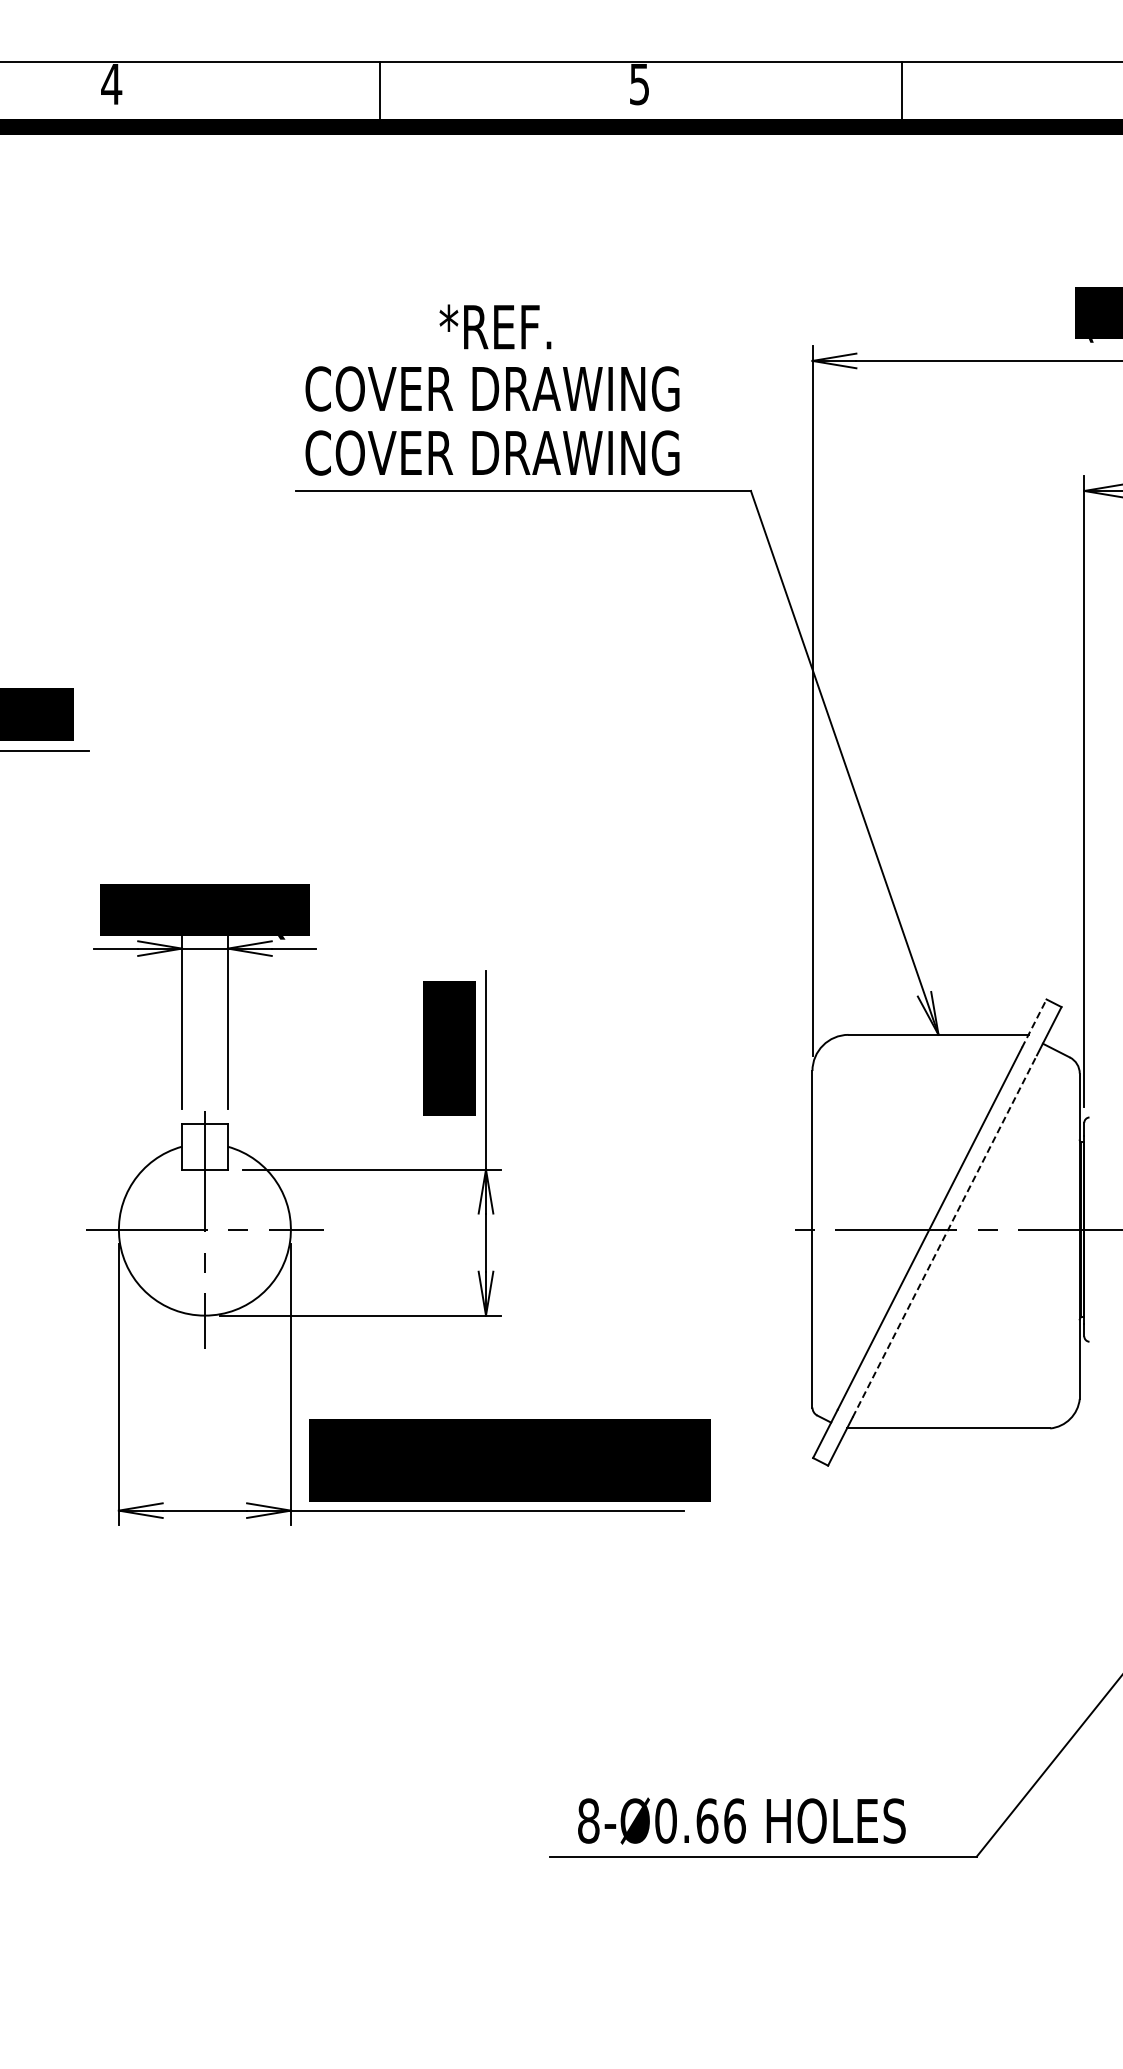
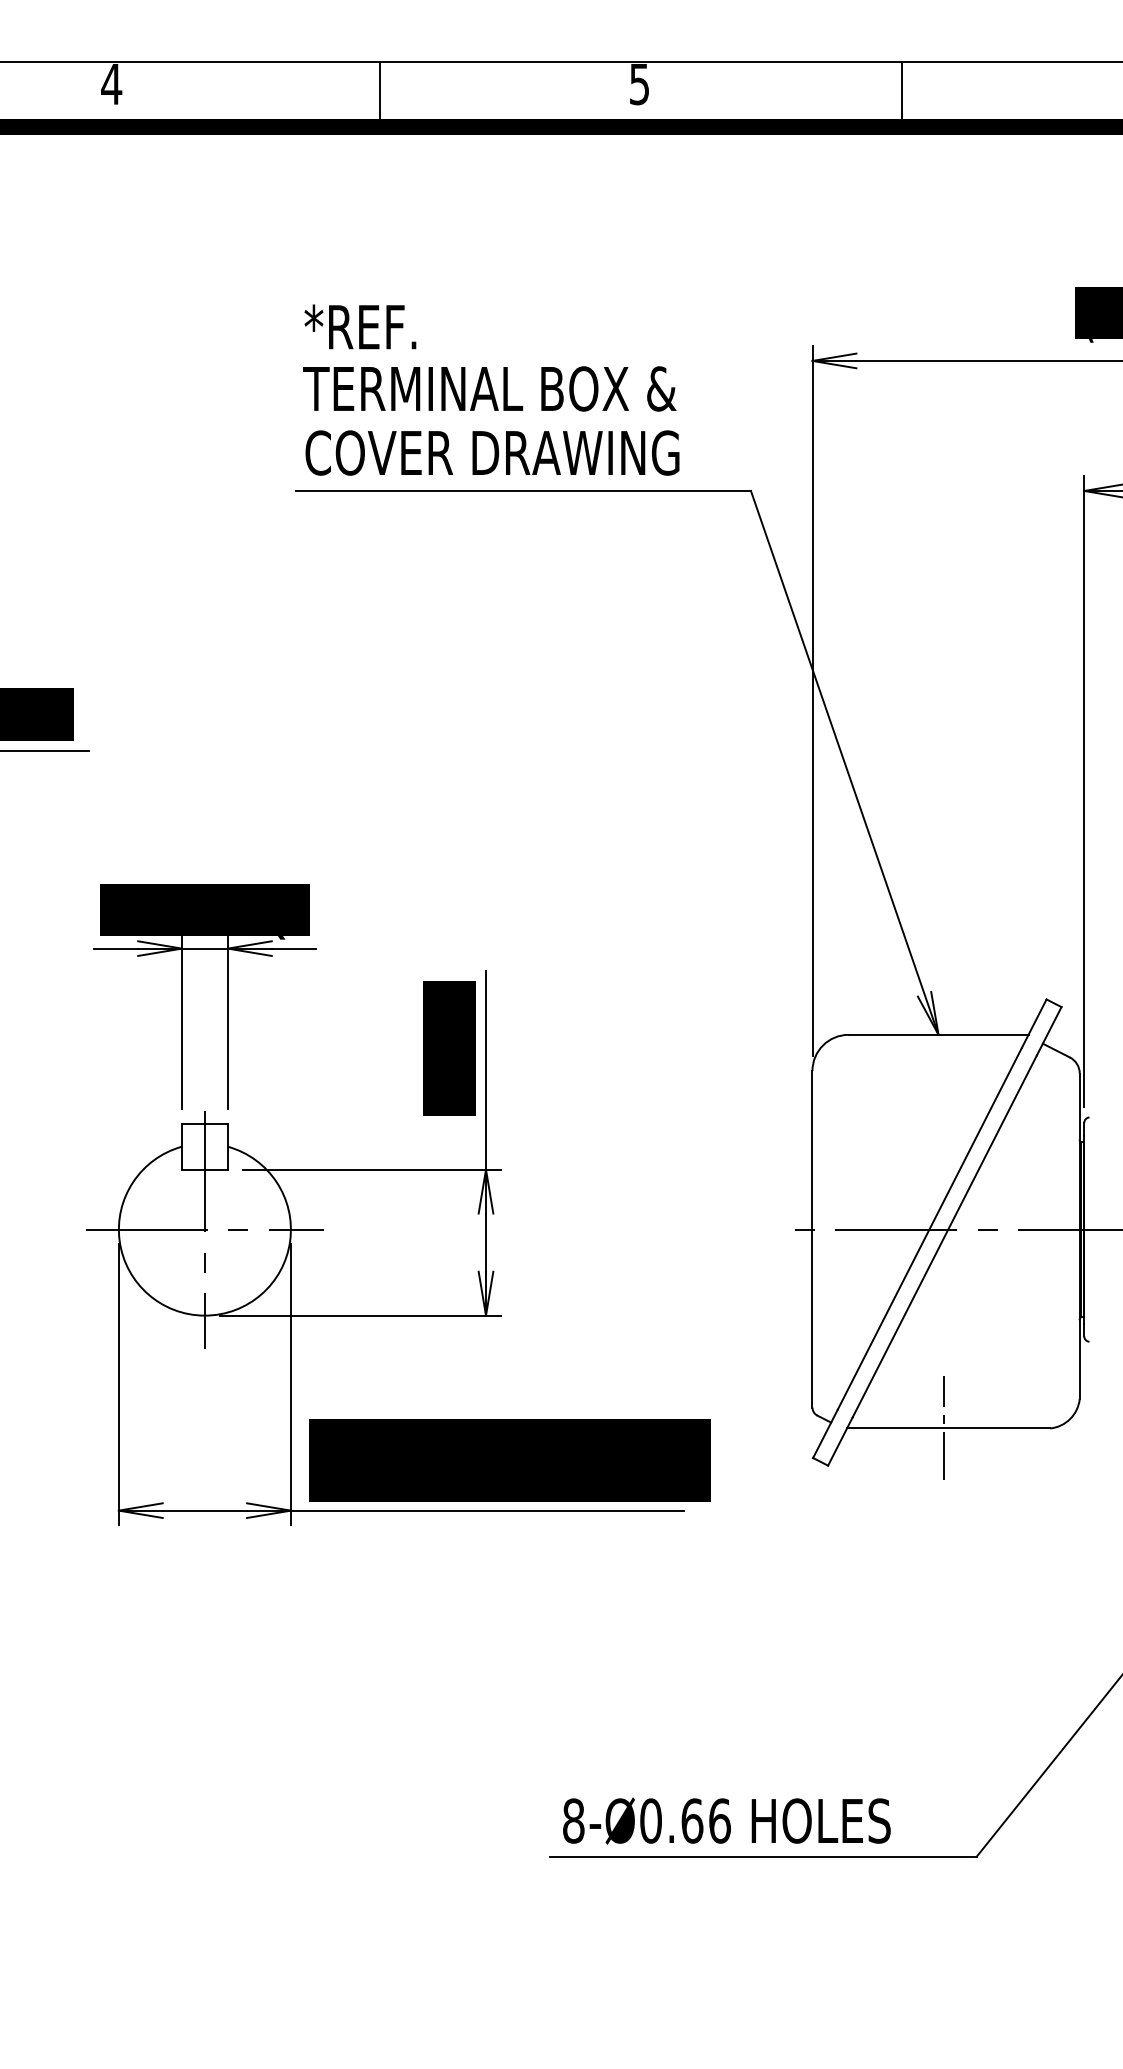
text at (495, 326) position: (495, 326) -> (360, 326)
text at (491, 388): COVER DRAWING -> TERMINAL BOX &
line at (1034, 1023): dashed -> solid
line at (945, 1235): dashed -> solid
line at (944, 1428): none -> present
text at (741, 1820) position: (741, 1820) -> (726, 1820)
